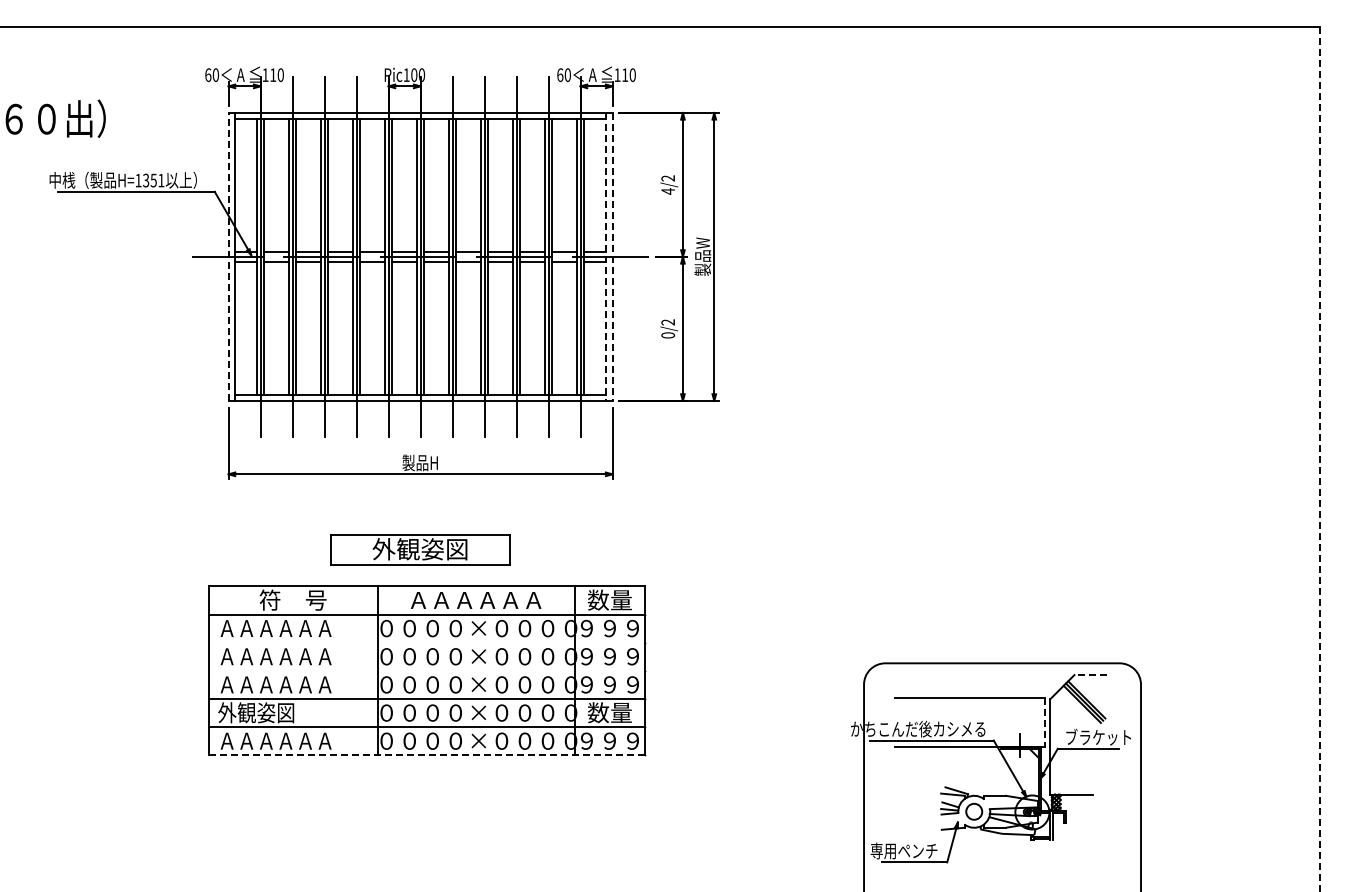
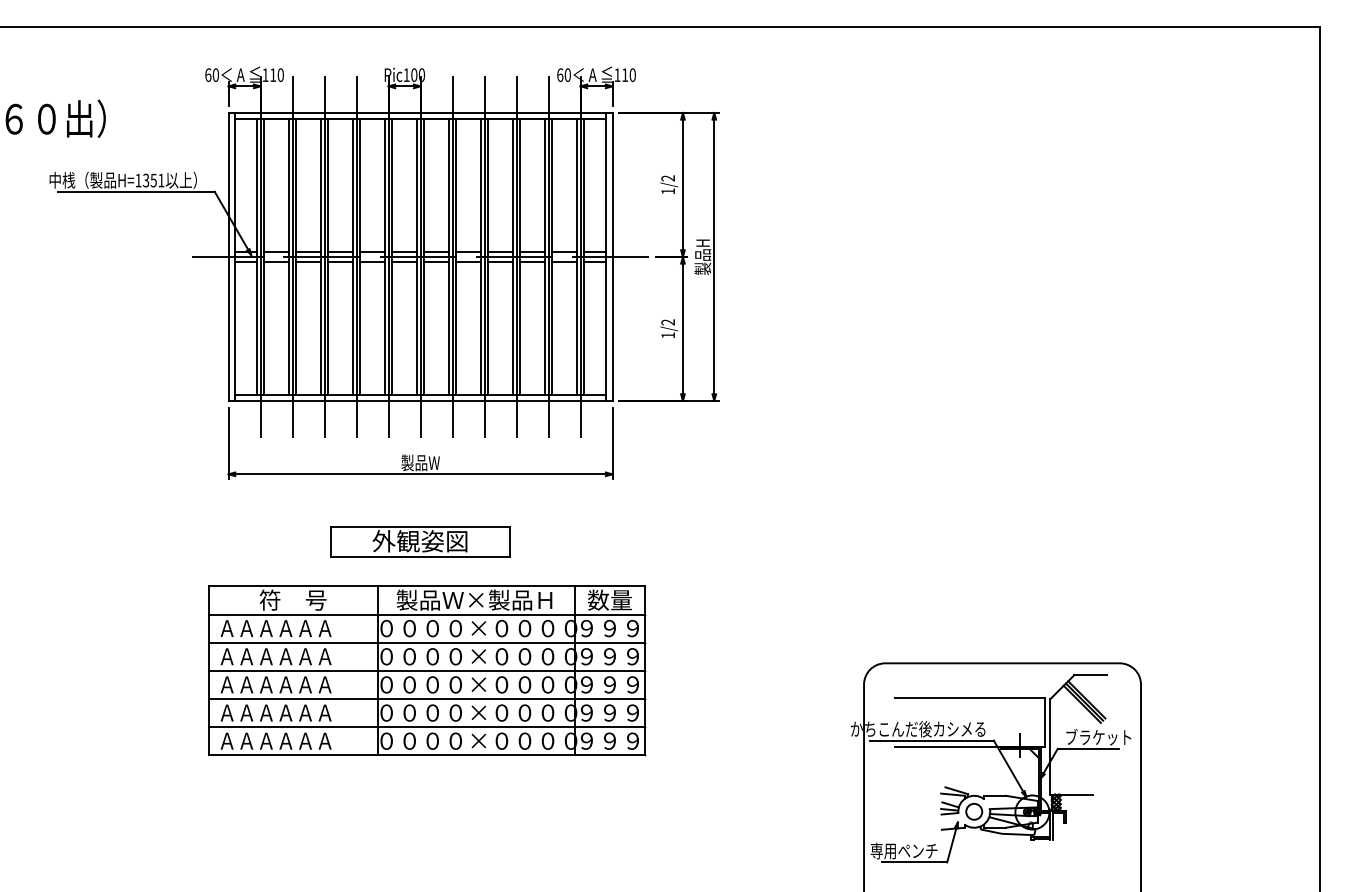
text at (667, 191): 4/2 -> 1/2
line at (228, 256): dashed -> solid
line at (606, 256): dashed -> solid
line at (612, 256): dashed -> solid
text at (702, 256): 製品W -> 製品H
text at (668, 335): 0/2 -> 1/2
line at (1320, 459): dashed -> solid
text at (420, 462): 製品H -> 製品W
part at (420, 549) position: (420, 549) -> (420, 541)
text at (474, 599): ＡＡＡＡＡＡ -> 製品Ｗ×製品Ｈ
line at (426, 642): none -> present
line at (426, 670): none -> present
line at (1090, 675): dashed -> solid
text at (274, 712): 外観姿図 -> ＡＡＡＡＡＡ
text at (609, 712): 数量 -> ９９９
line at (1045, 723): dashed -> solid
line at (427, 755): dashed -> solid
